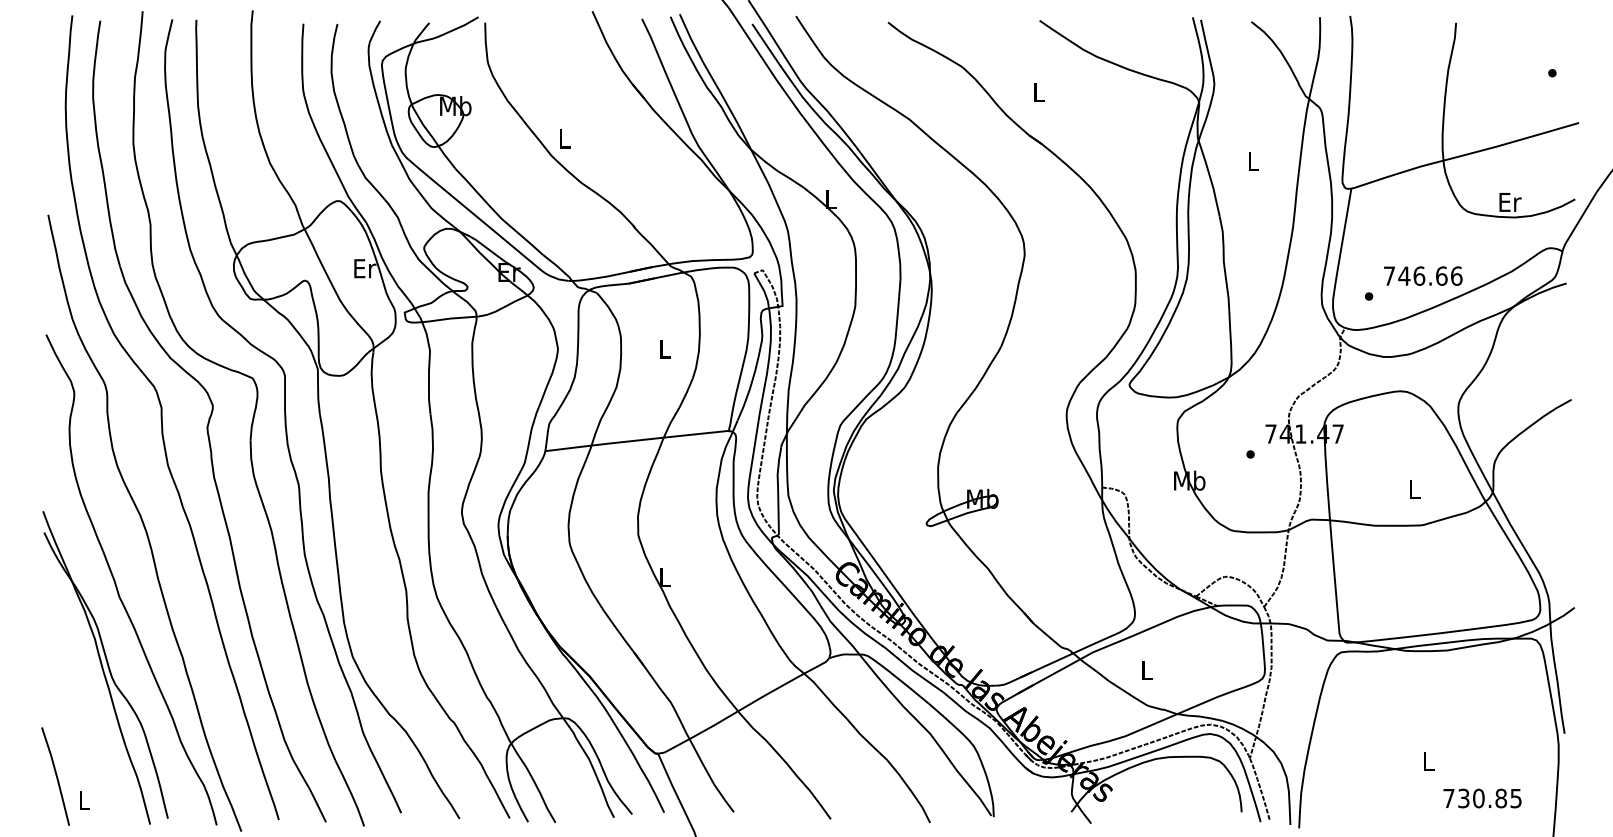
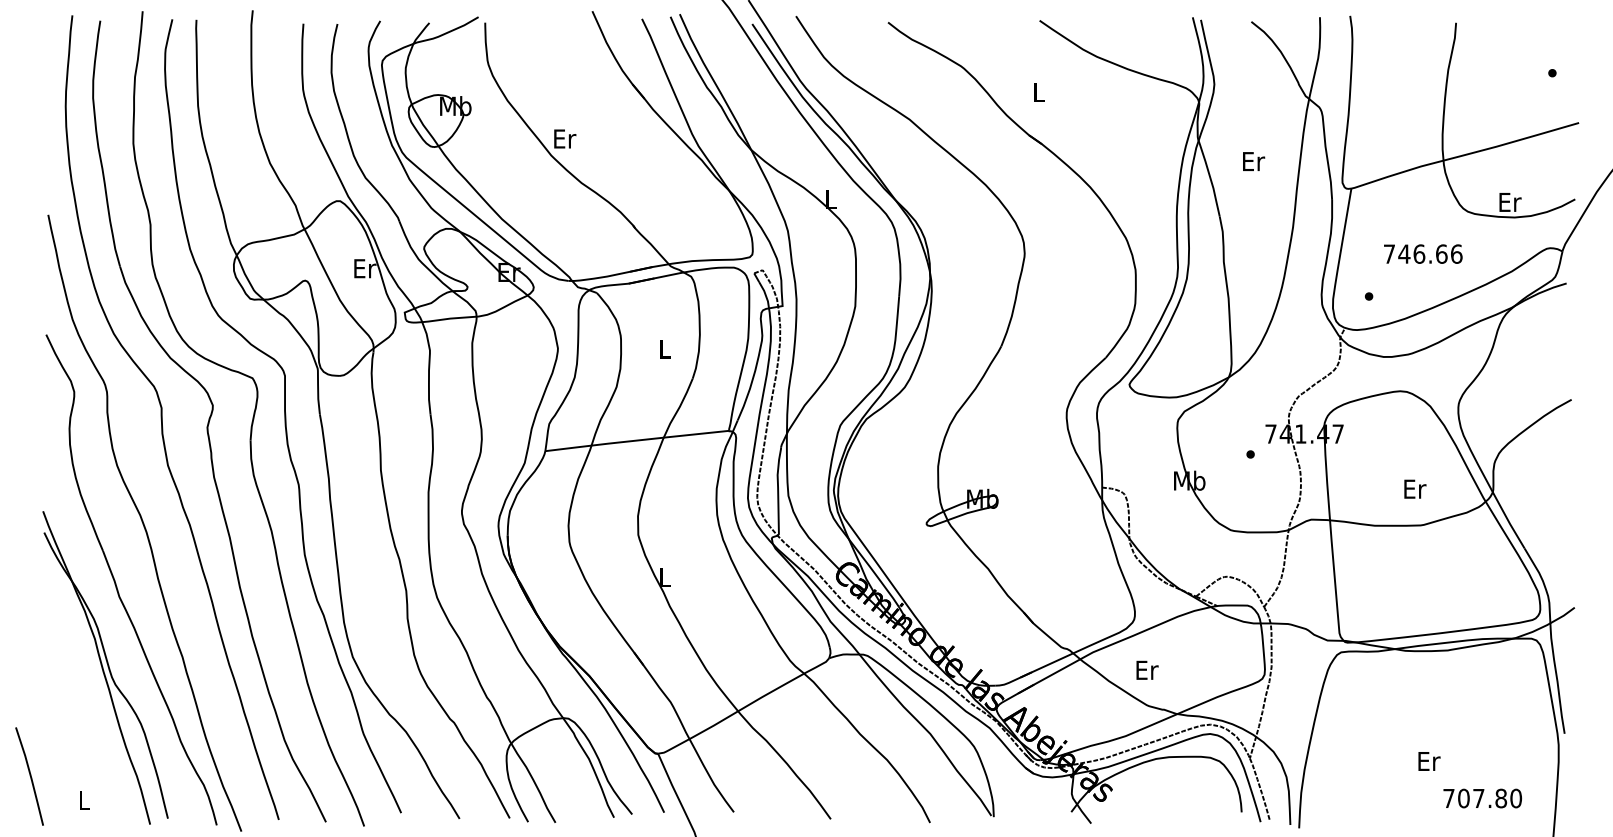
text at (565, 138): L -> Er
text at (1254, 161): L -> Er
text at (1423, 275) position: (1423, 275) -> (1423, 253)
text at (1415, 488): L -> Er
text at (1147, 669): L -> Er
text at (1429, 761): L -> Er
line at (55, 775) position: (55, 775) -> (29, 775)
text at (1490, 798): 730.85 -> 707.80
